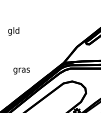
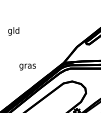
text at (21, 70) position: (21, 70) -> (27, 66)
